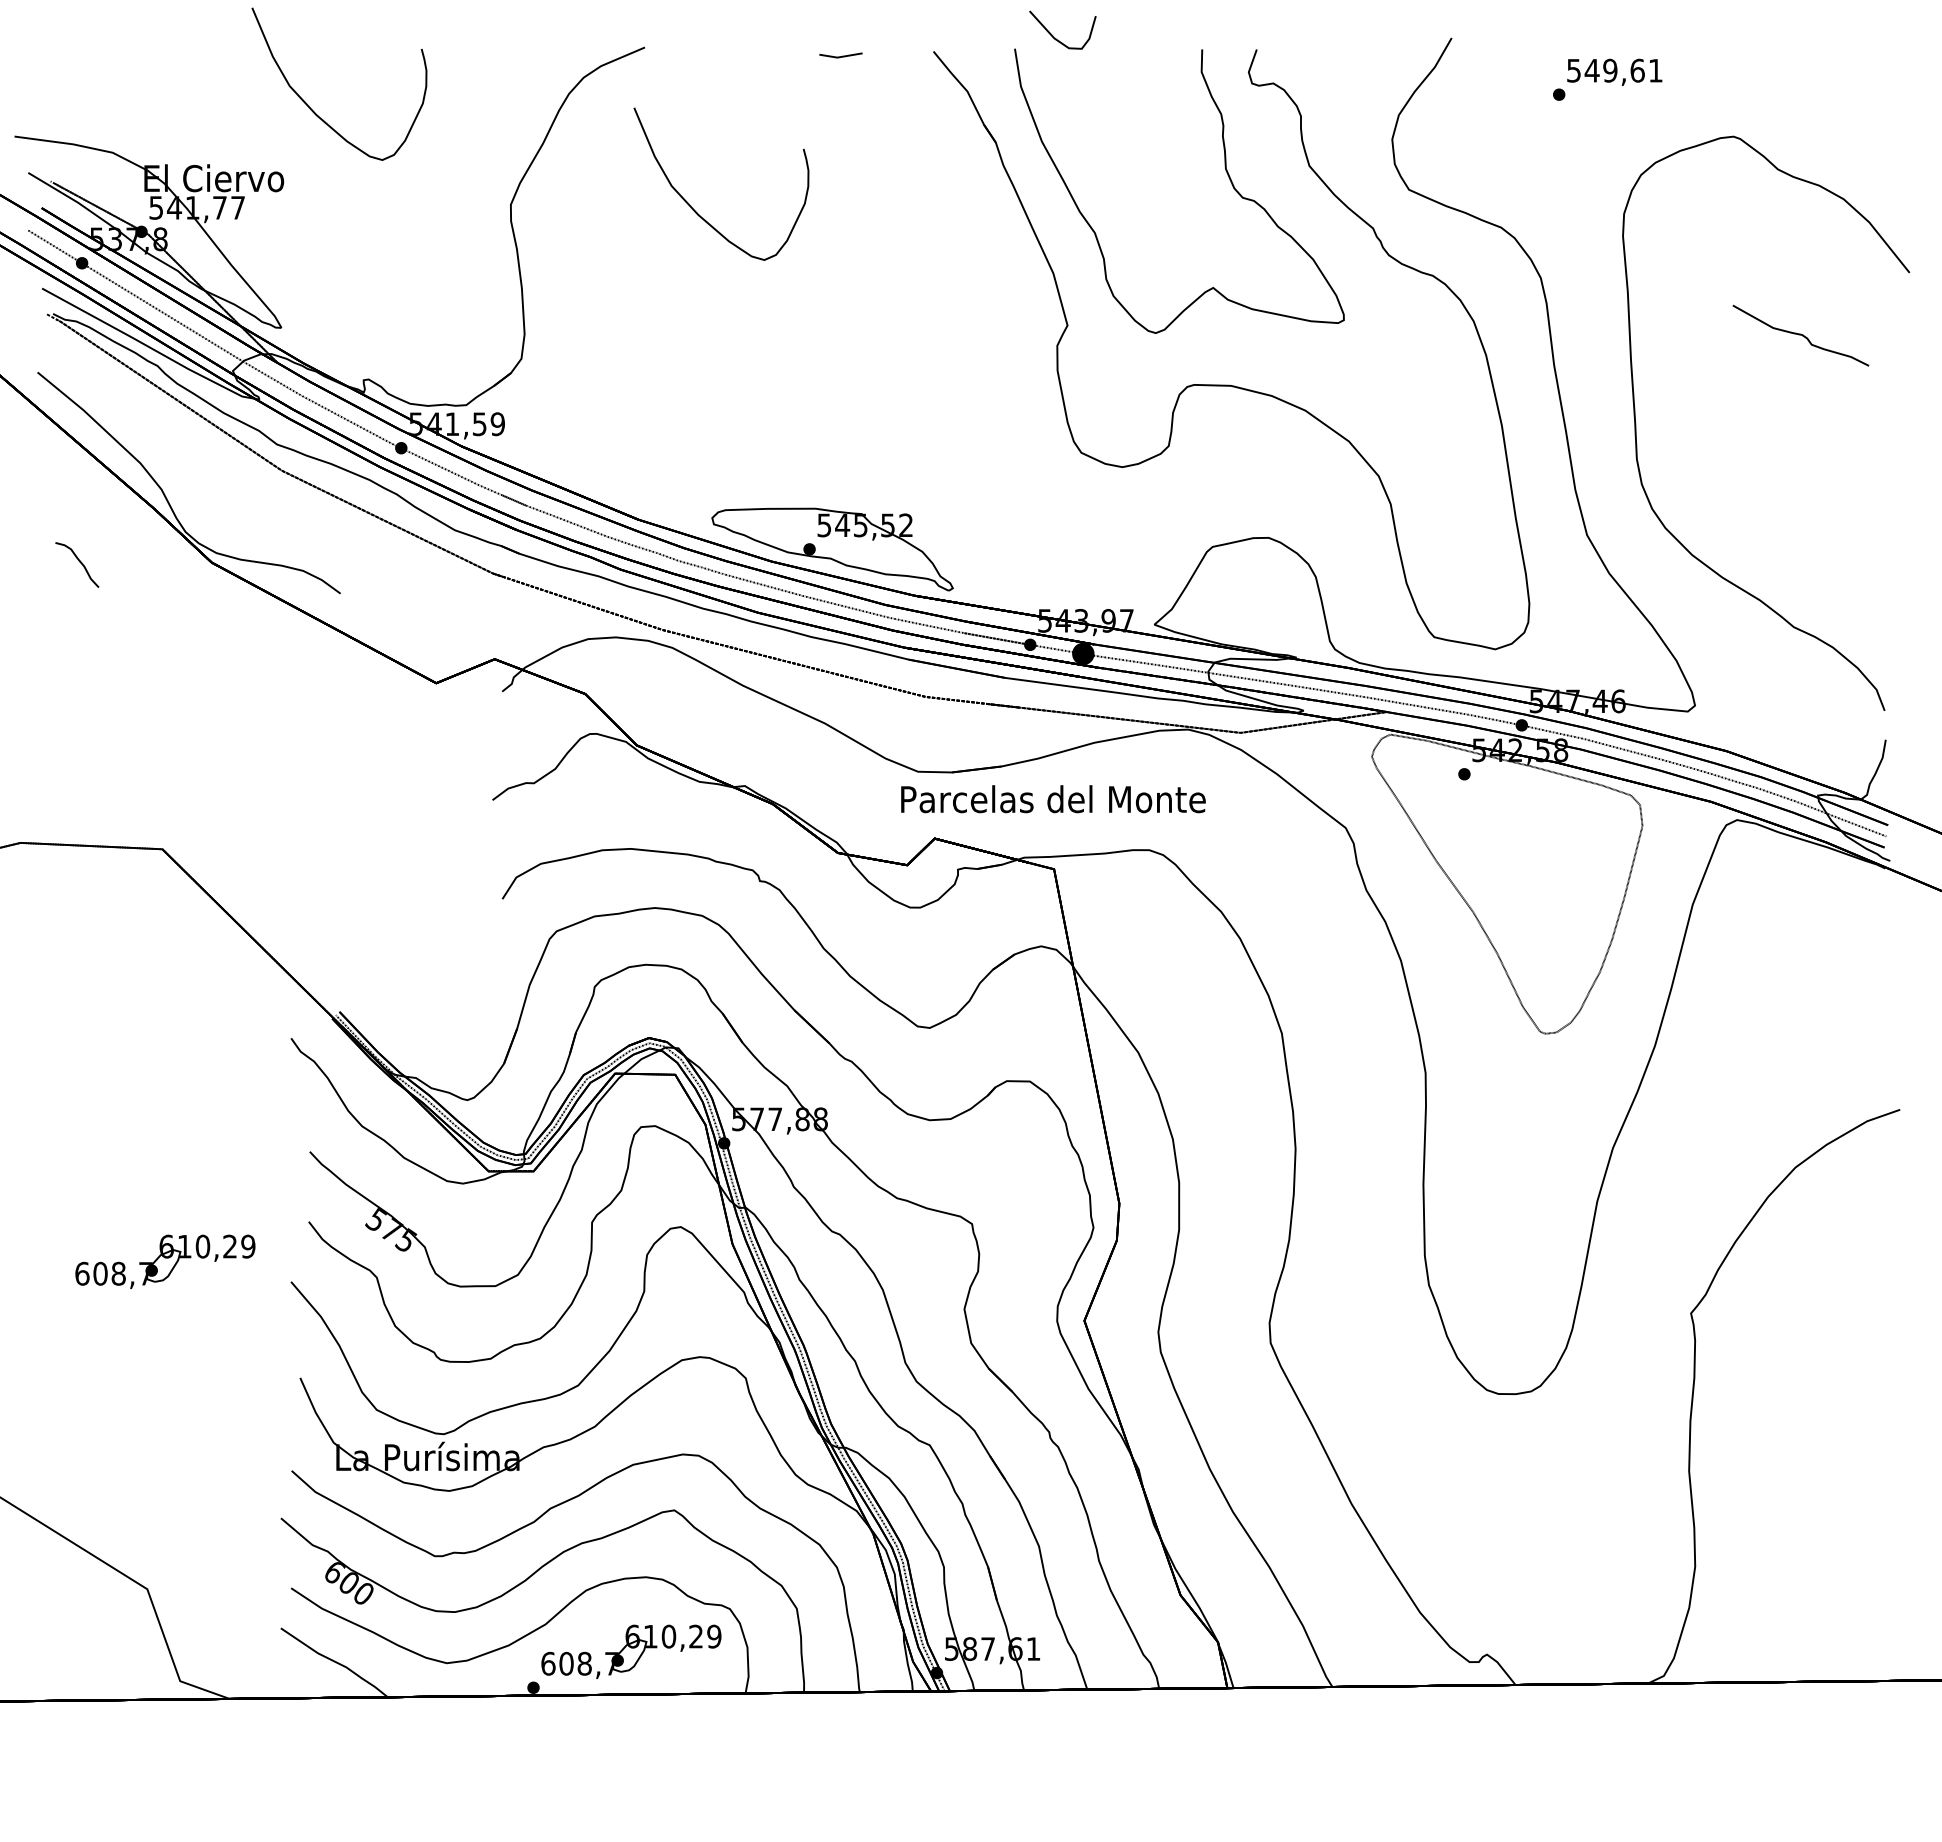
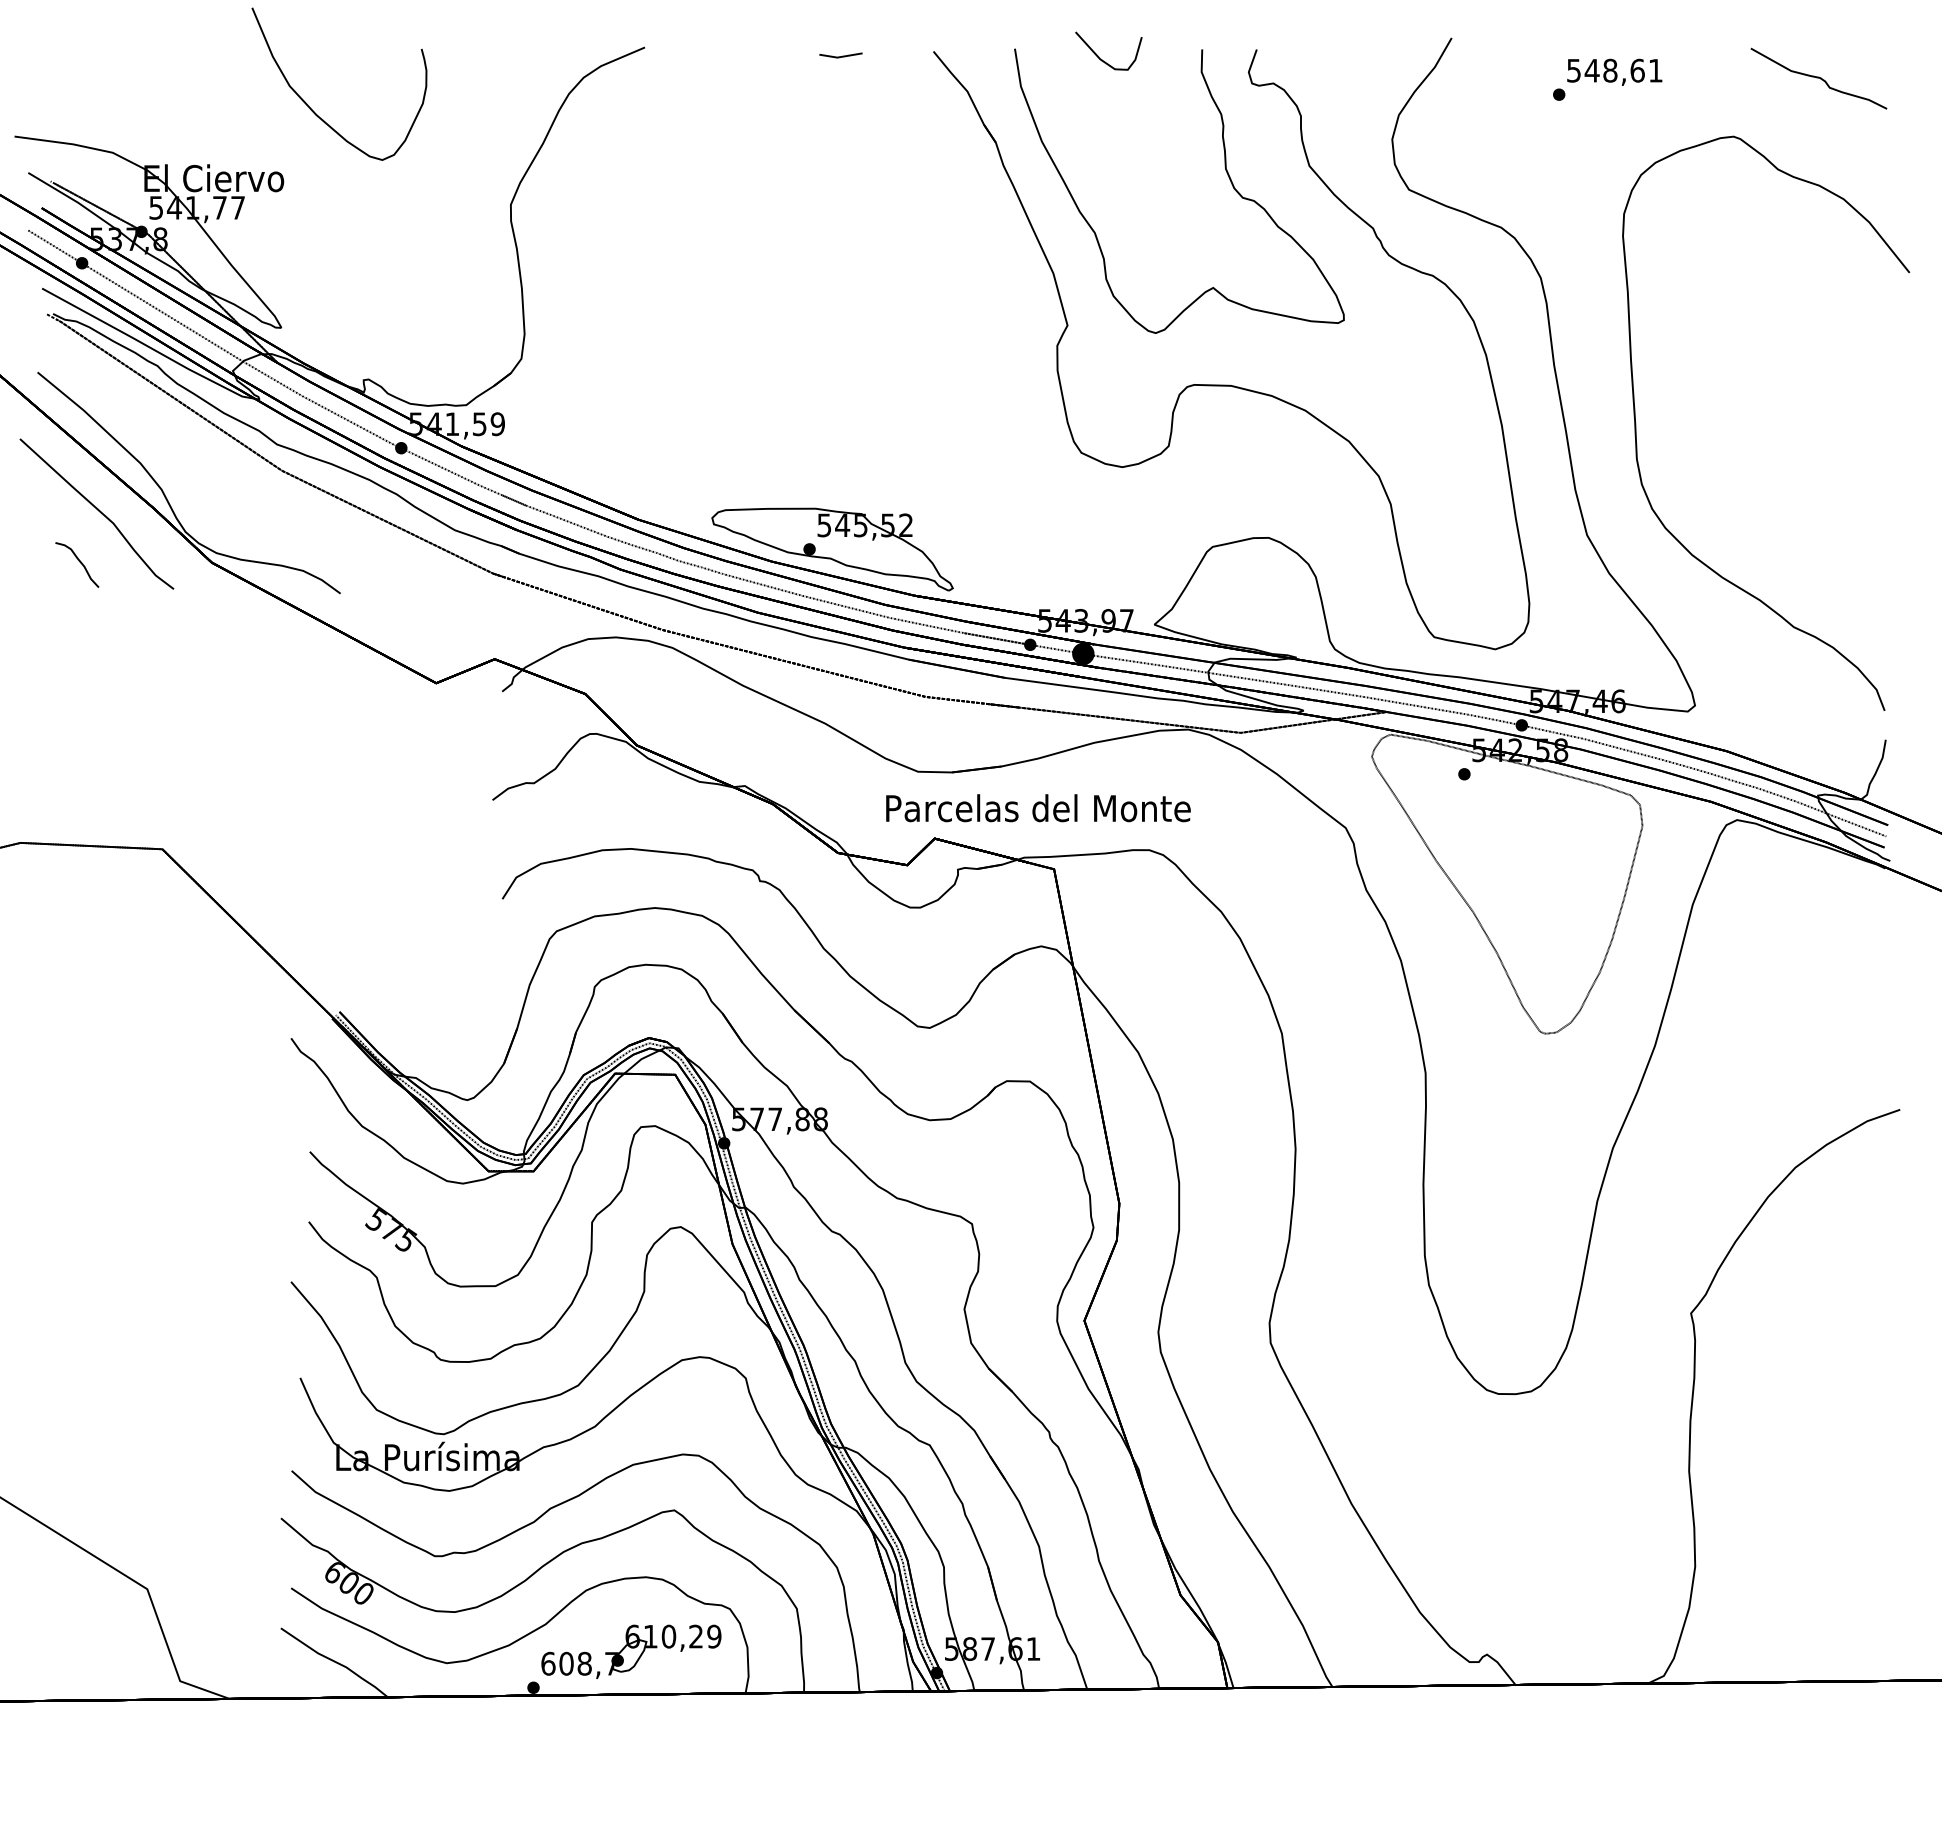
curve at (1053, 35) position: (1053, 35) -> (1099, 56)
text at (1610, 70): 549,61 -> 548,61
curve at (690, 204): present -> none
curve at (1800, 335) position: (1800, 335) -> (1818, 78)
part at (96, 513): none -> present
text at (1053, 799) position: (1053, 799) -> (1038, 808)
part at (165, 1261): present -> none
